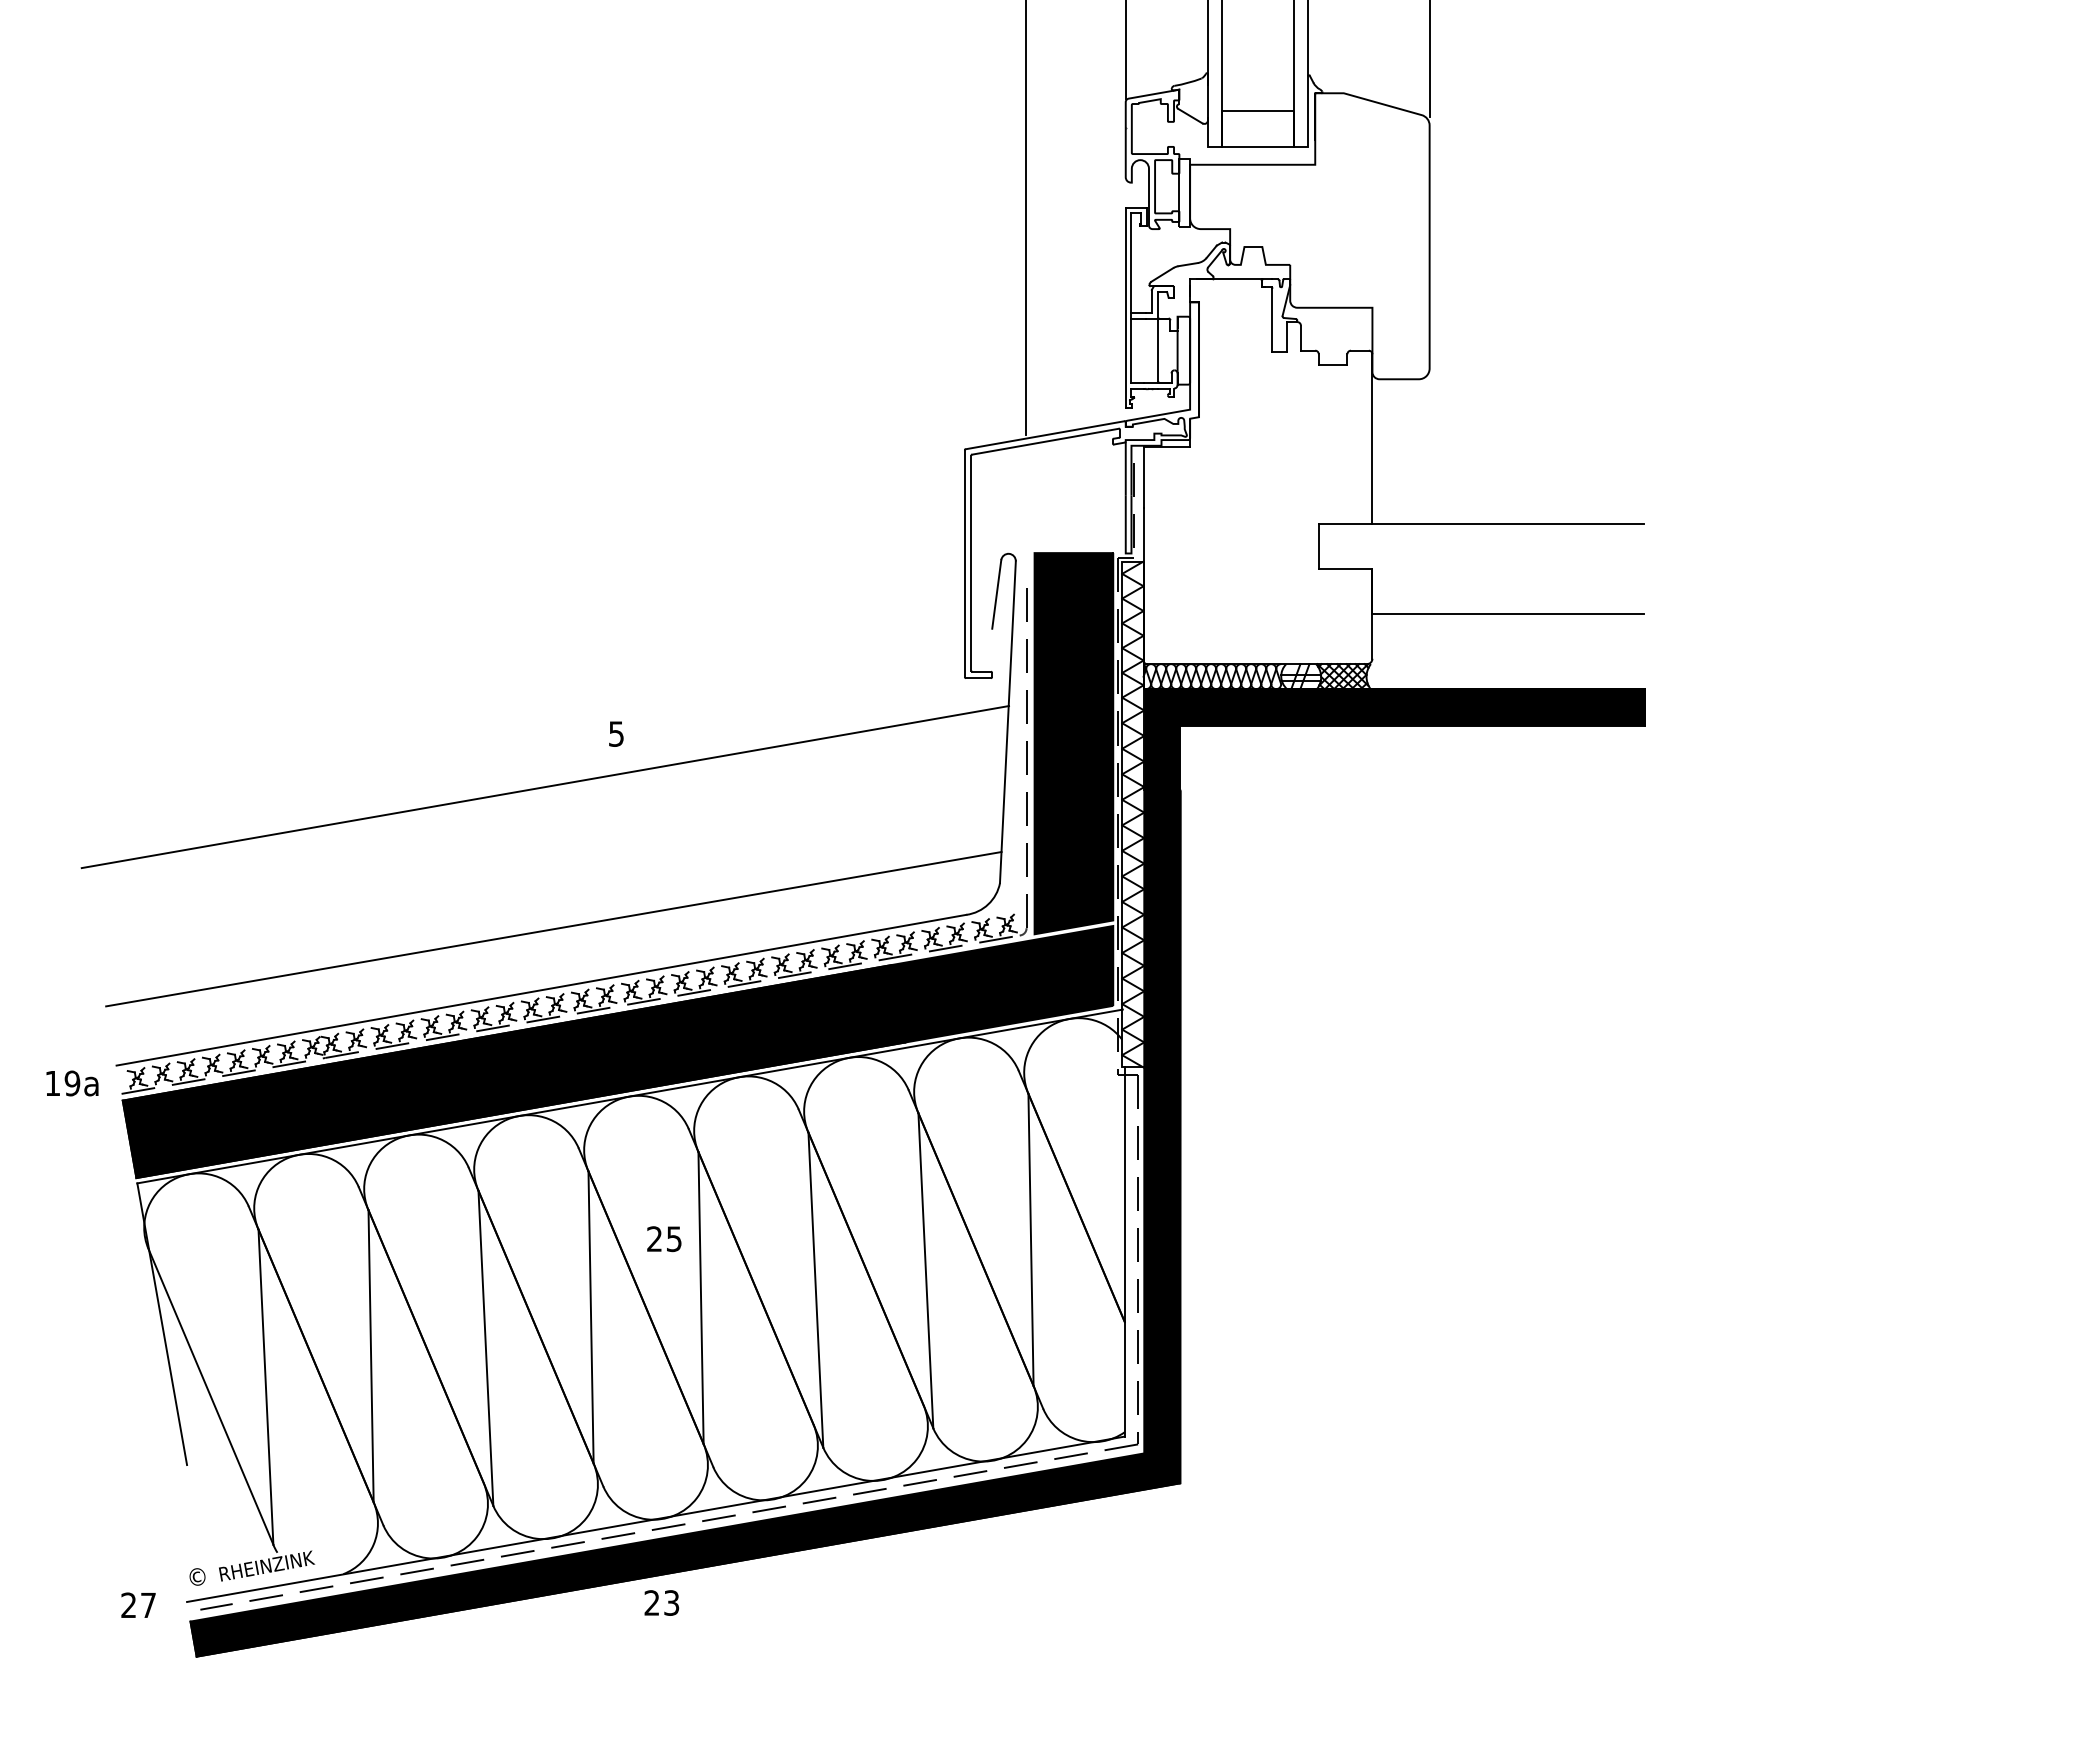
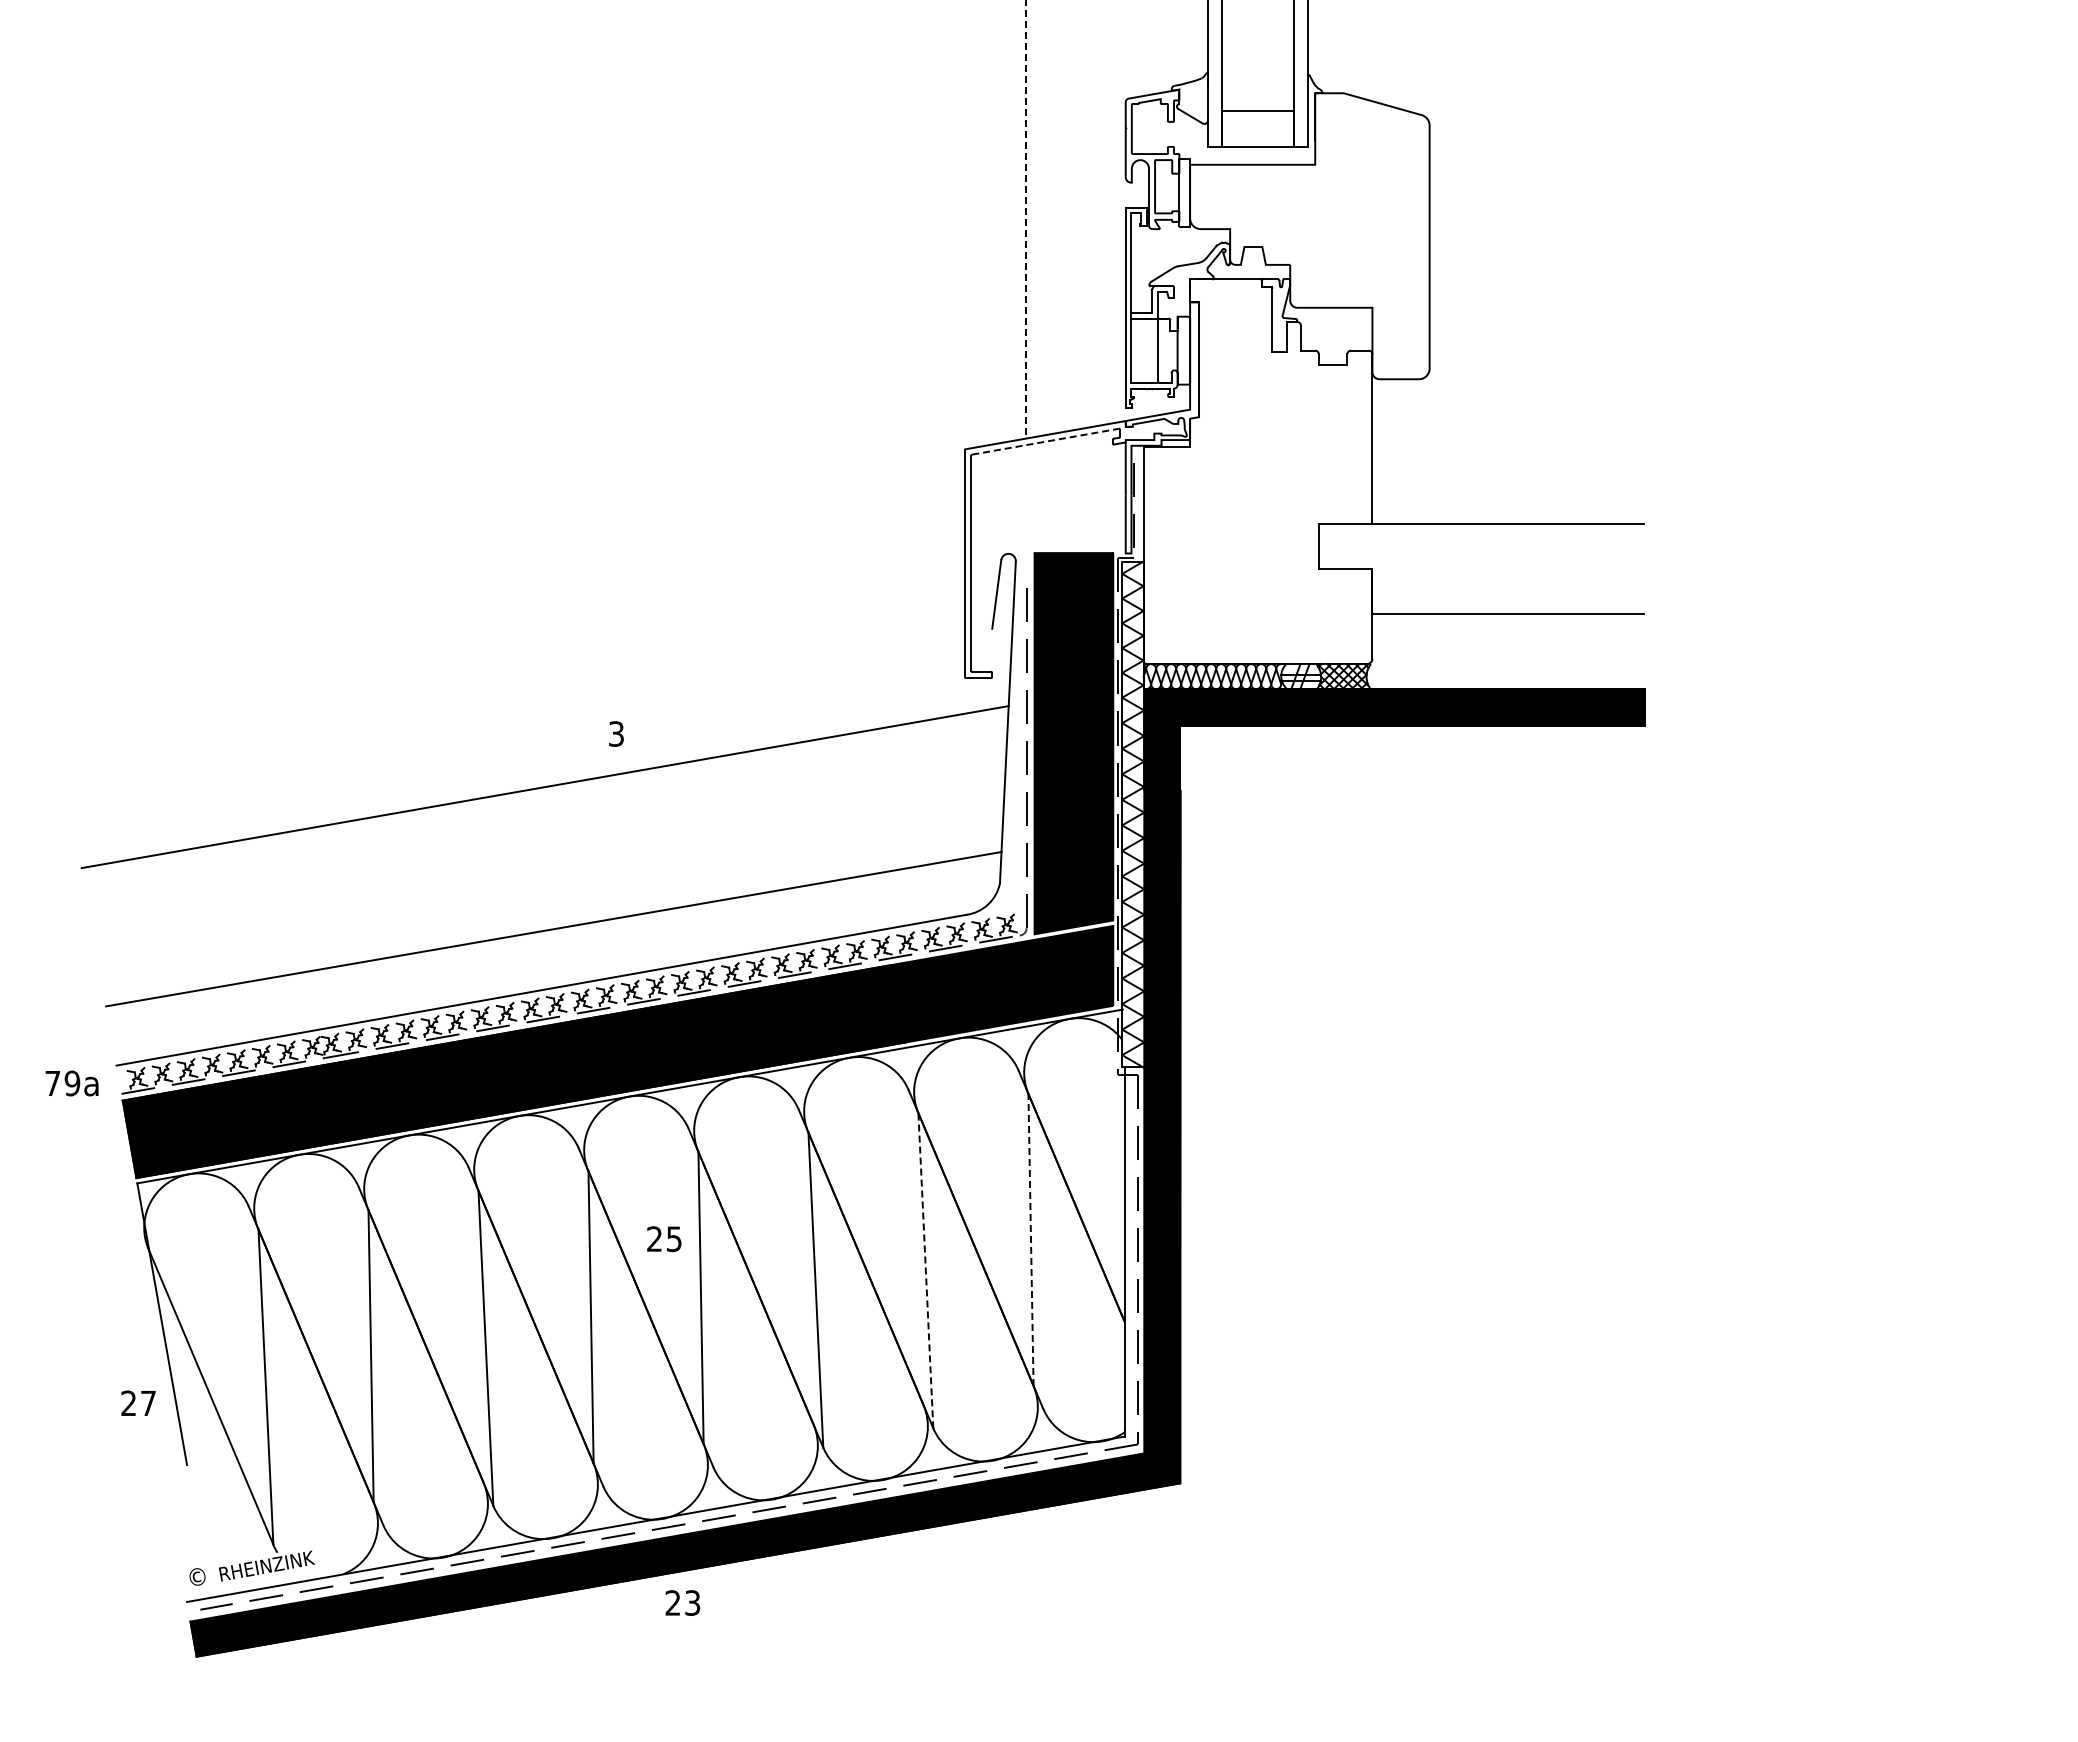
line at (1125, 50): present -> none
line at (1429, 59): present -> none
line at (1025, 217): solid -> dashed
line at (1045, 441): solid -> dashed
text at (616, 733): 5 -> 3
text at (52, 1083): 19a -> 79a
line at (1031, 1239): solid -> dashed
line at (925, 1270): solid -> dashed
text at (661, 1602) position: (661, 1602) -> (682, 1602)
text at (138, 1604) position: (138, 1604) -> (138, 1402)
